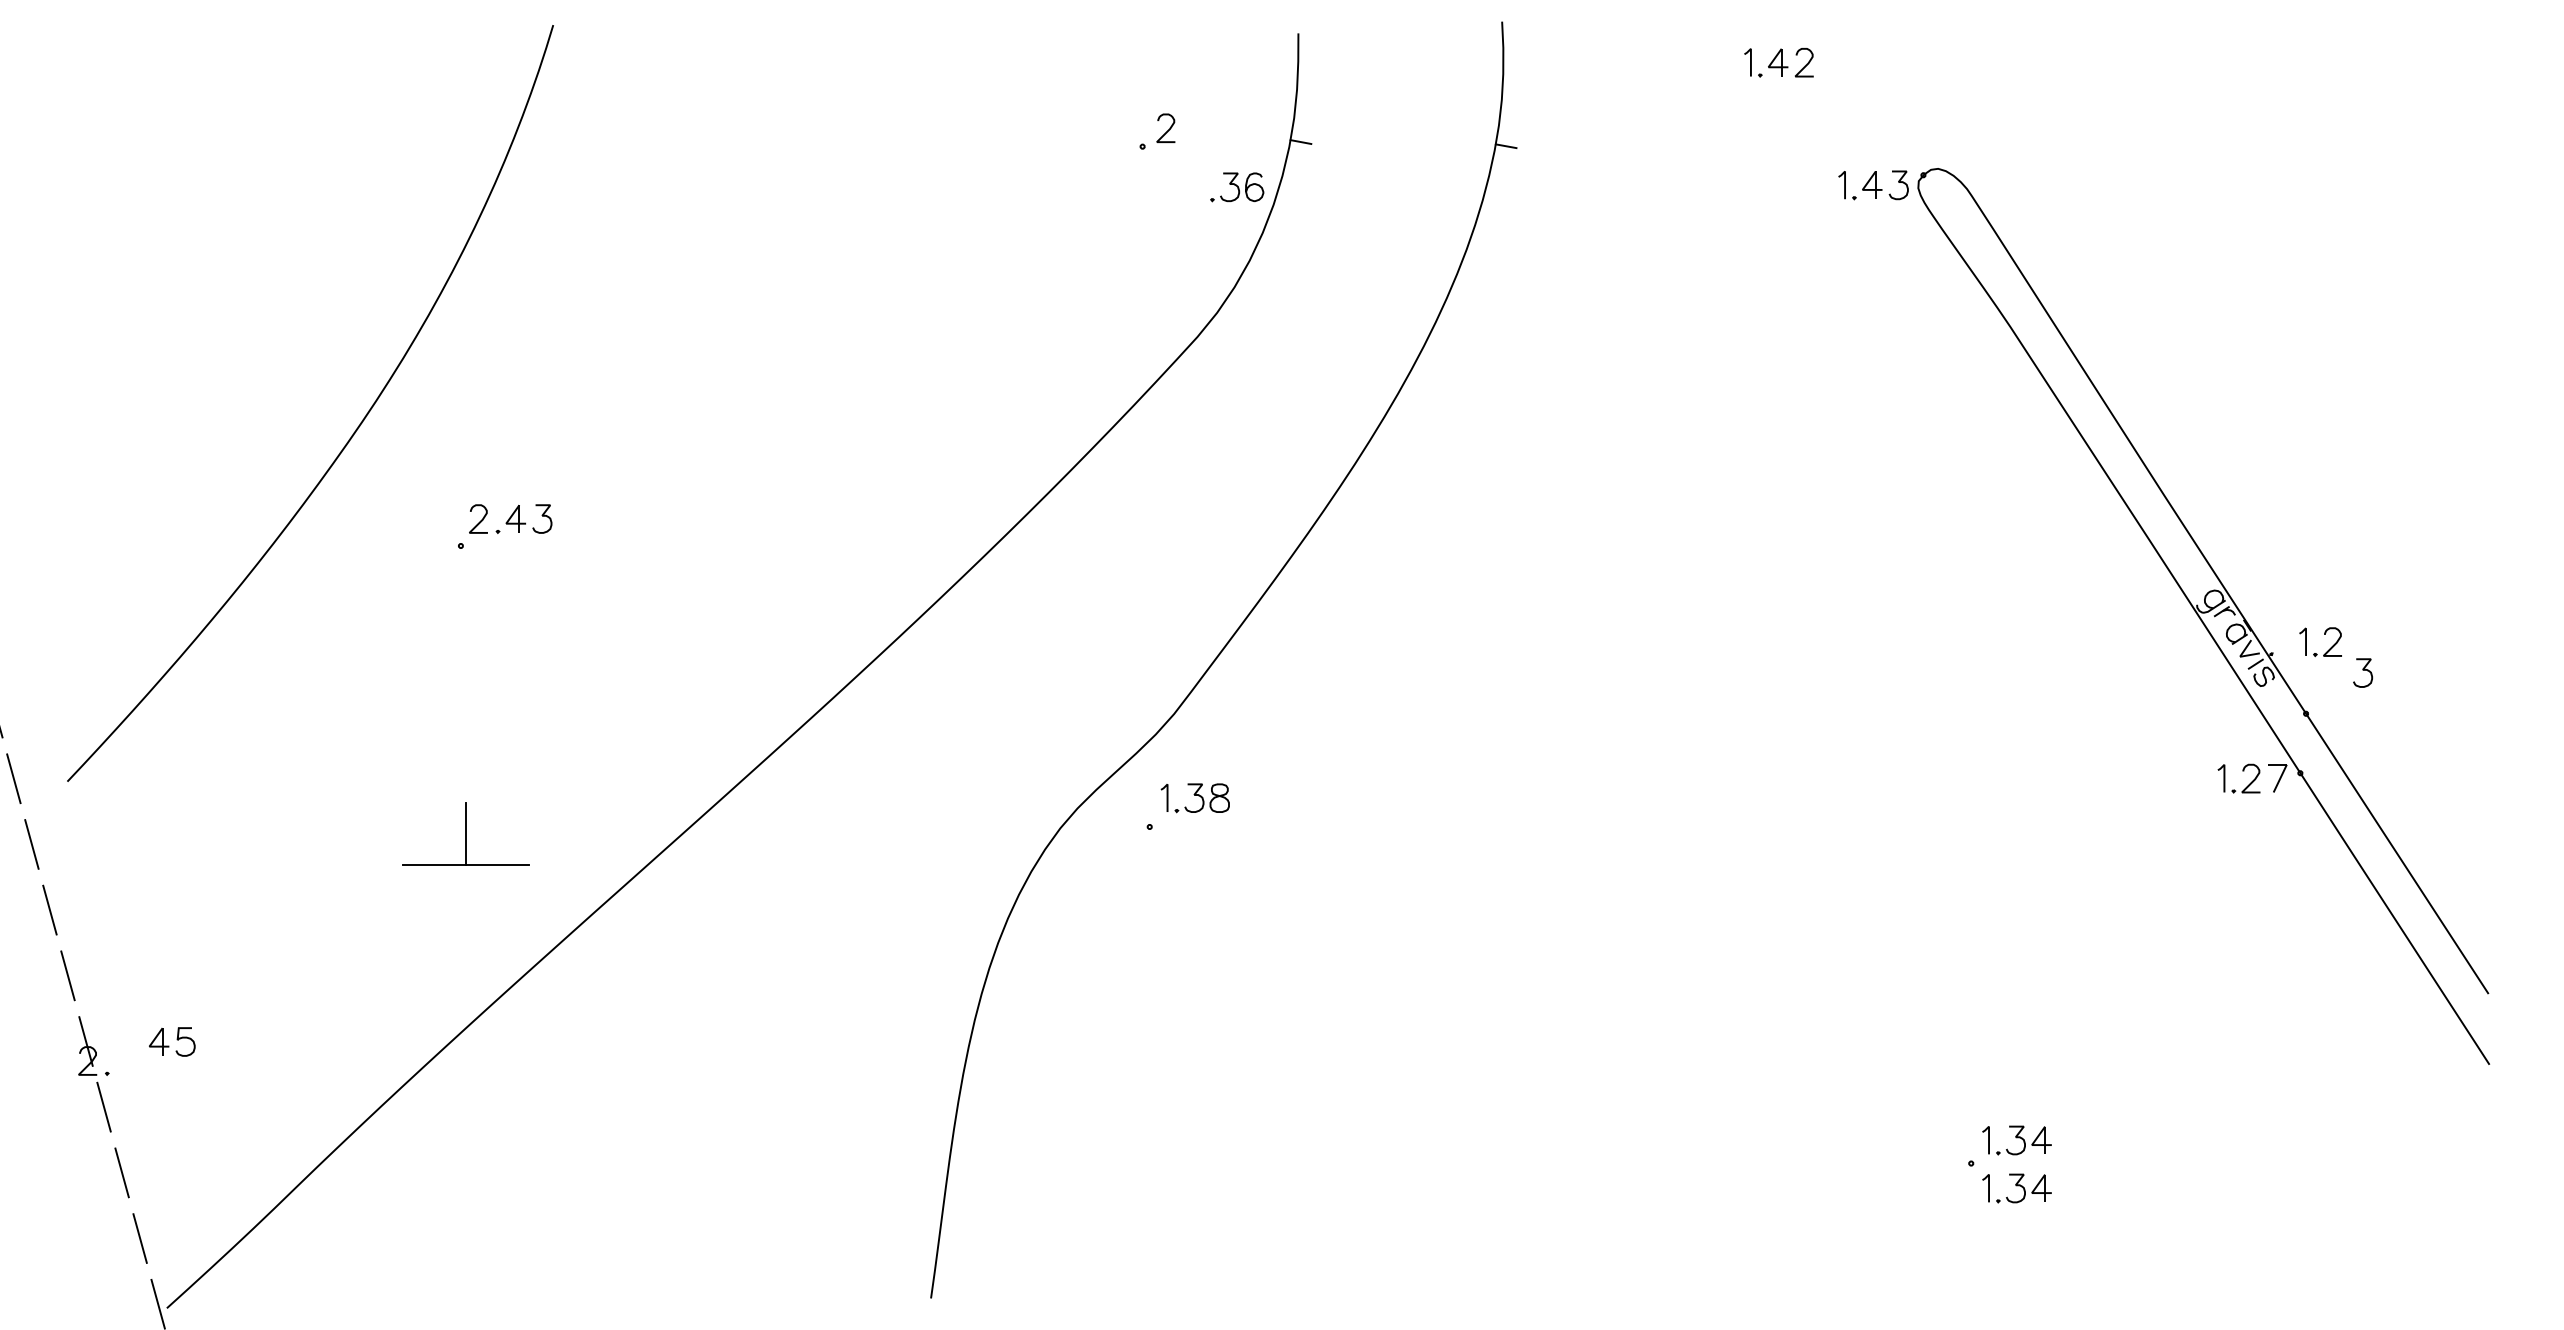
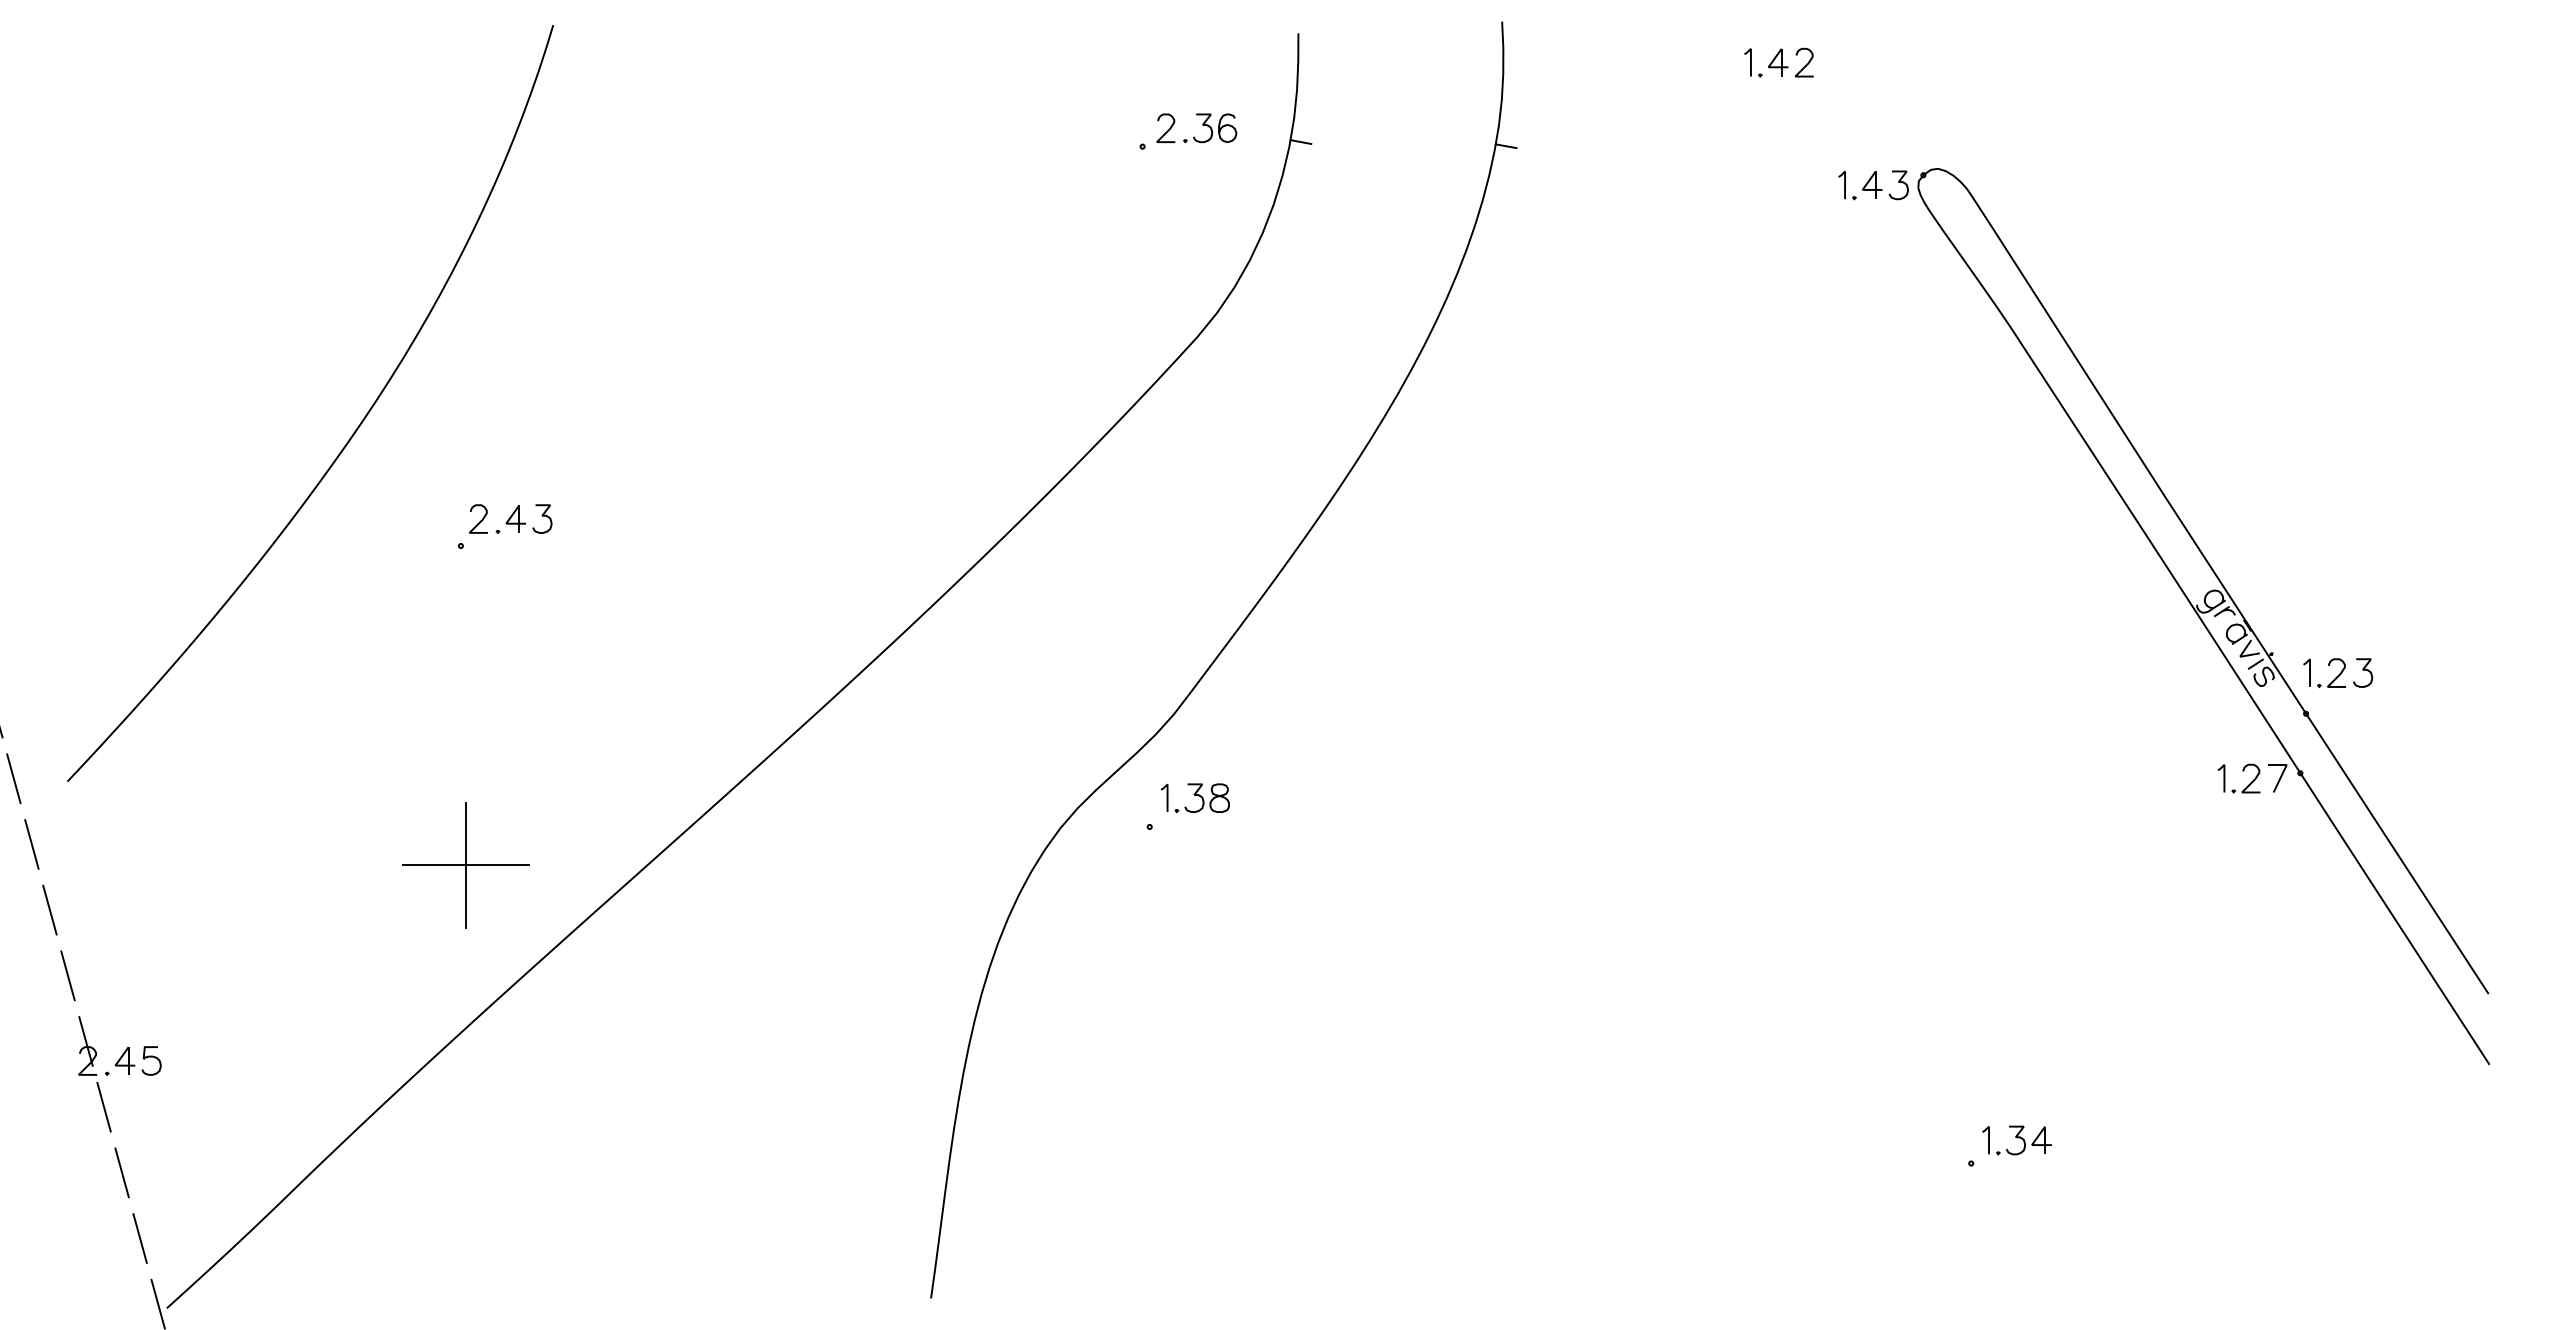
part at (1237, 187) position: (1237, 187) -> (1210, 128)
part at (2324, 634) position: (2324, 634) -> (2328, 665)
line at (465, 896): none -> present
part at (172, 1041) position: (172, 1041) -> (138, 1060)
part at (2016, 1188): present -> none
